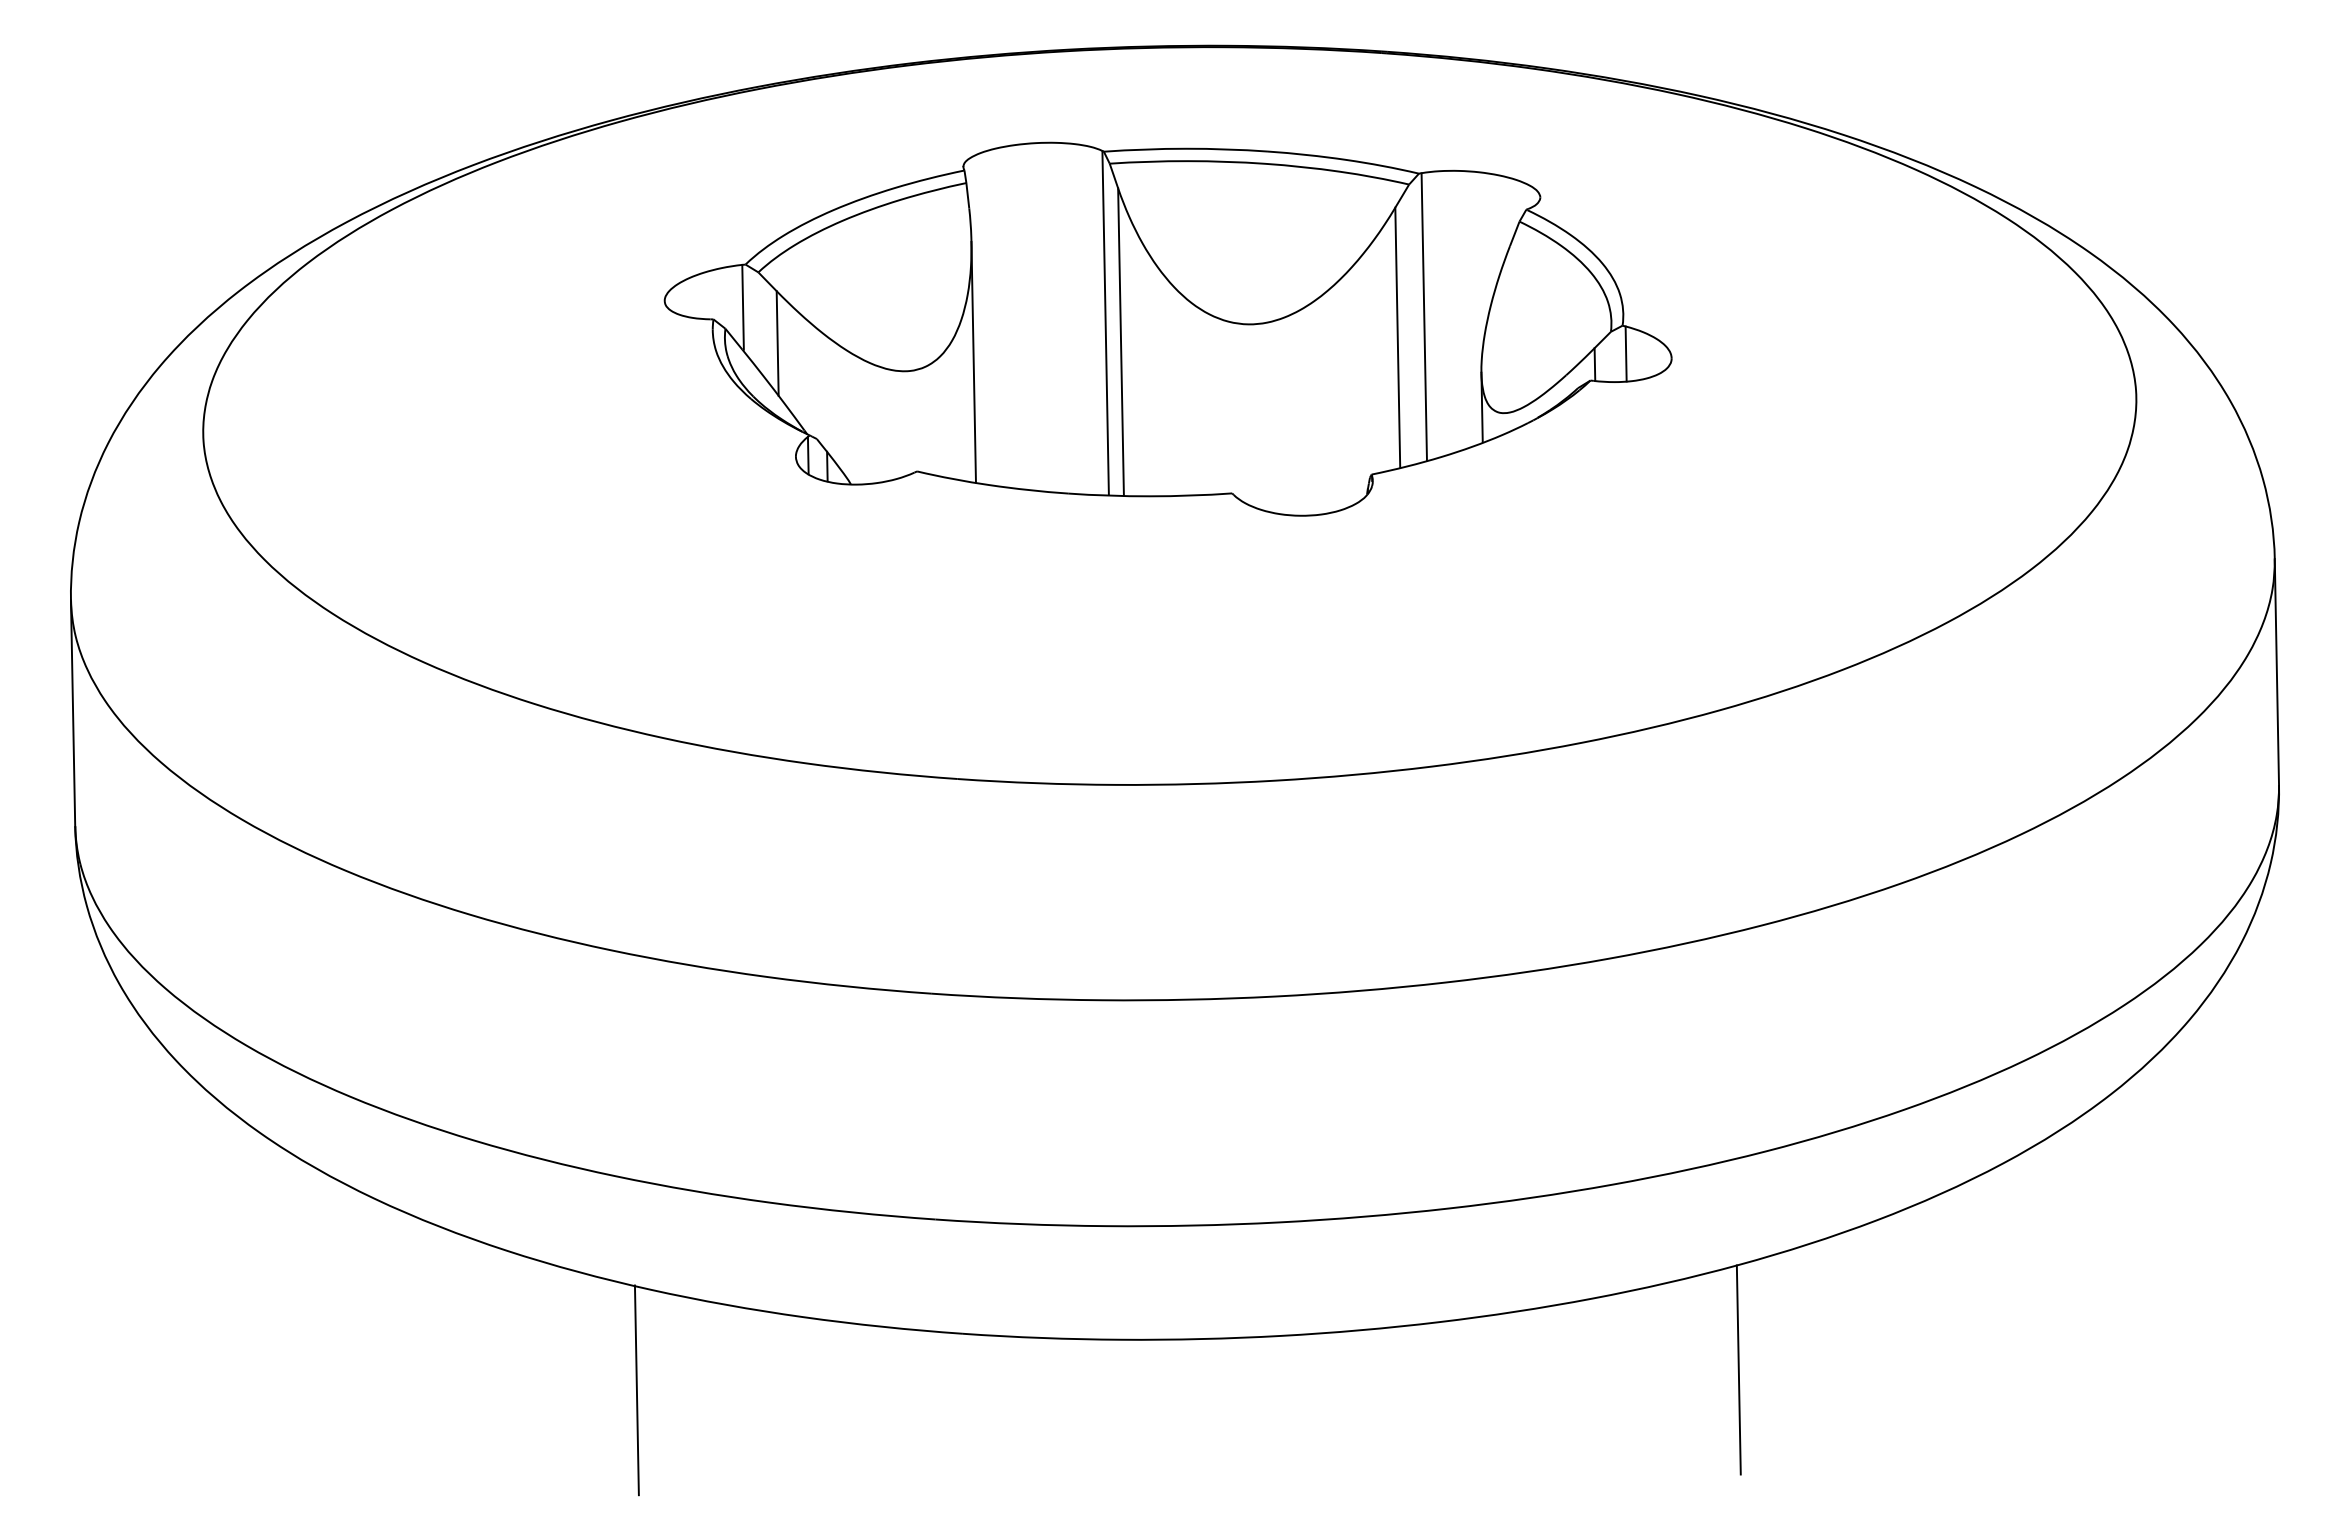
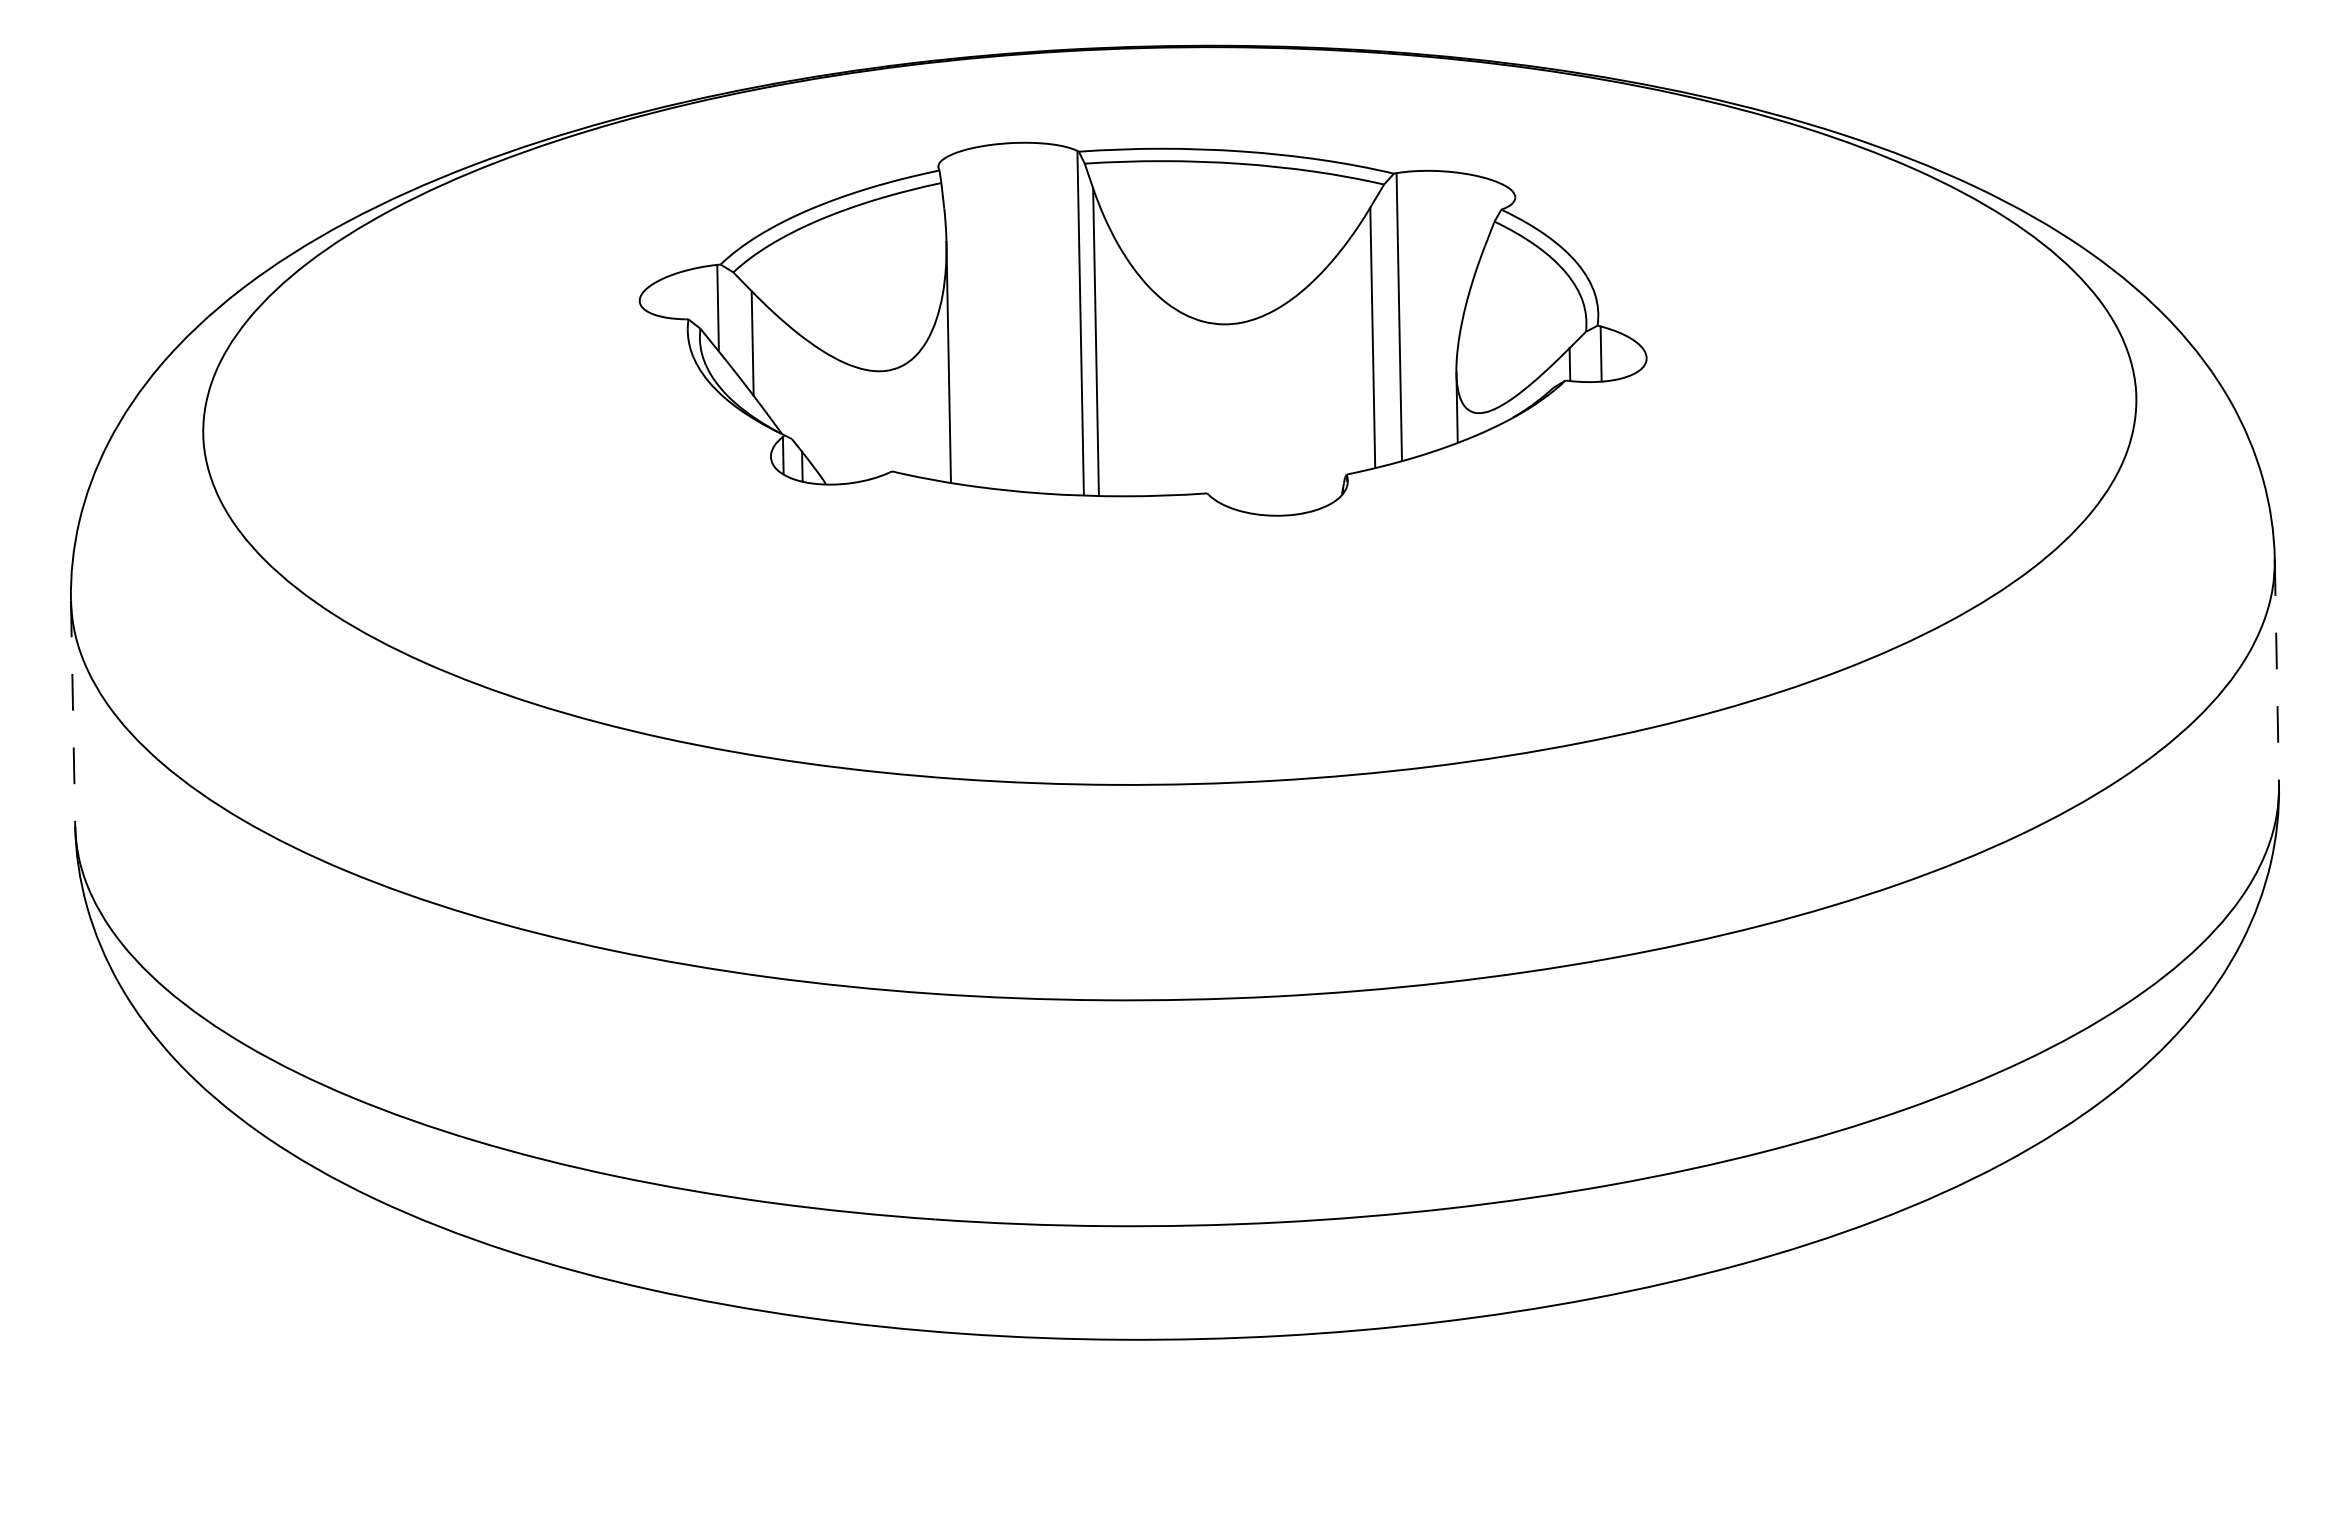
part at (1167, 328) position: (1167, 328) -> (1142, 328)
line at (2276, 672): solid -> dashed
line at (73, 713): solid -> dashed
line at (1738, 1369): present -> none
line at (636, 1390): present -> none
